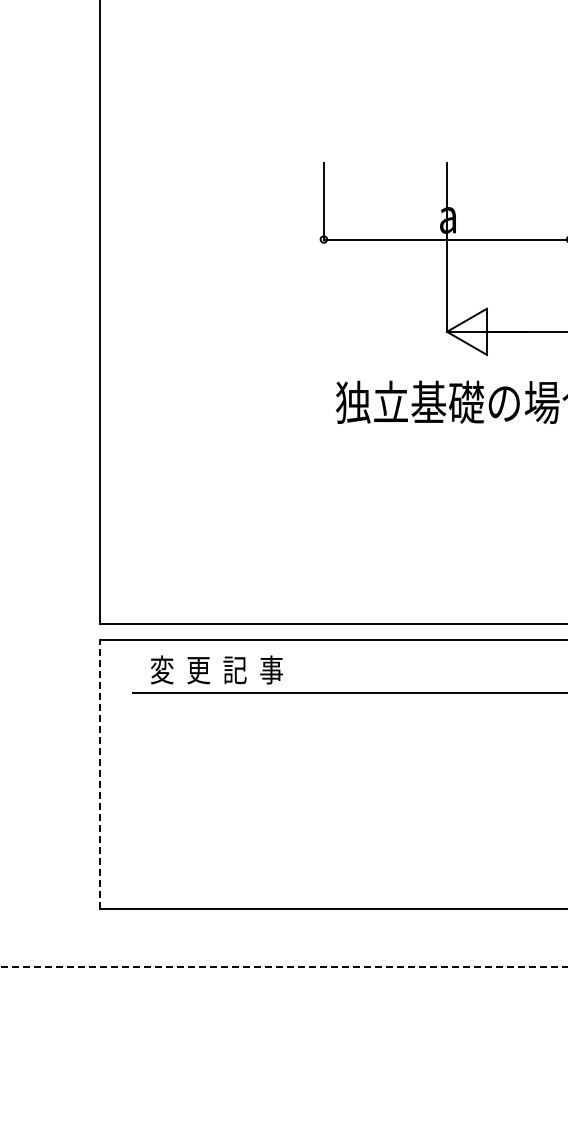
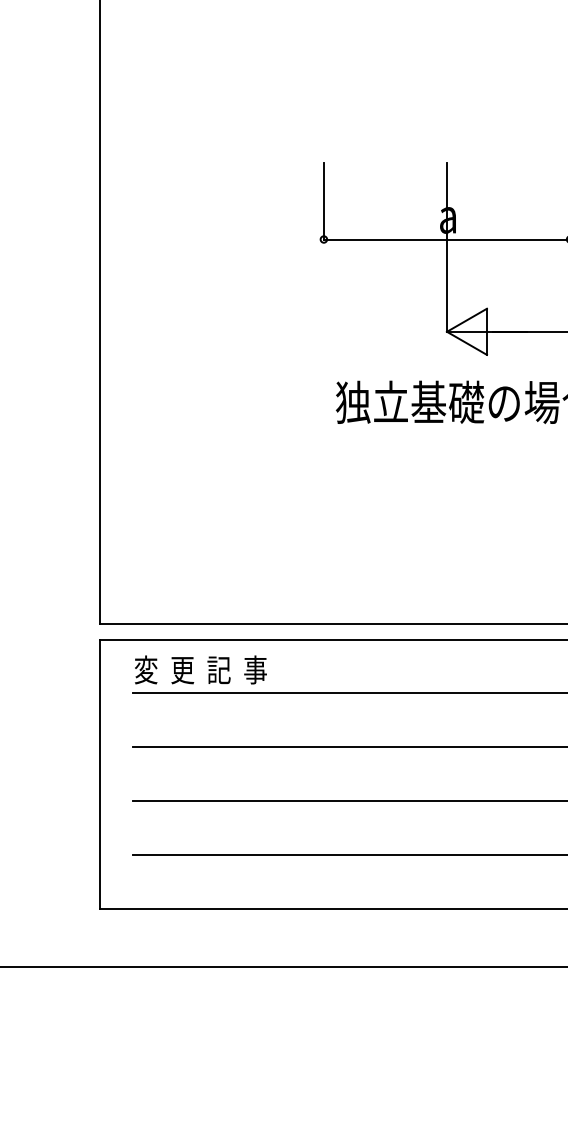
text at (216, 669) position: (216, 669) -> (200, 669)
line at (348, 747): none -> present
line at (99, 774): dashed -> solid
line at (348, 801): none -> present
line at (348, 855): none -> present
line at (284, 966): dashed -> solid
